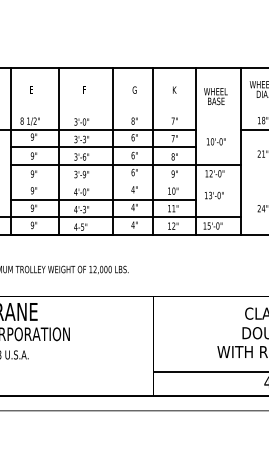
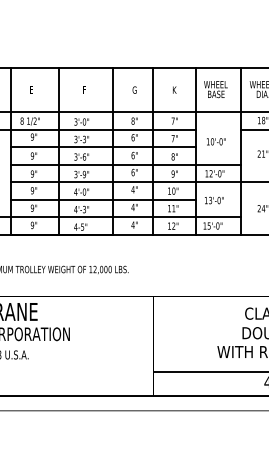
text at (215, 96) position: (215, 96) -> (215, 89)
line at (133, 112): none -> present
line at (138, 182): none -> present
text at (214, 195) position: (214, 195) -> (214, 200)
